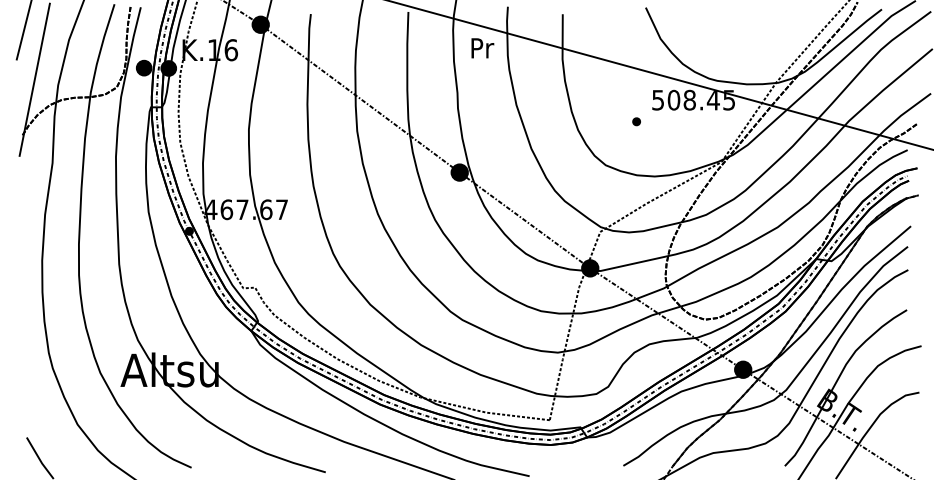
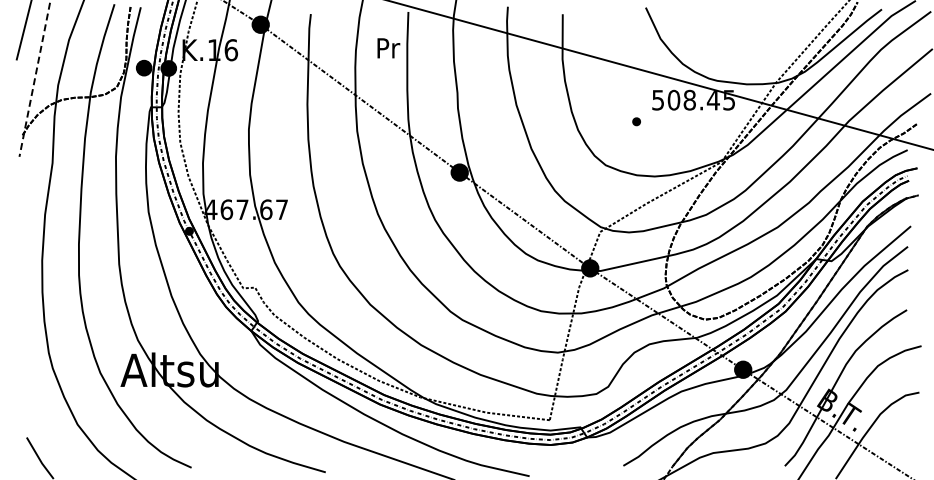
text at (482, 48) position: (482, 48) -> (388, 48)
line at (34, 79): solid -> dashed
